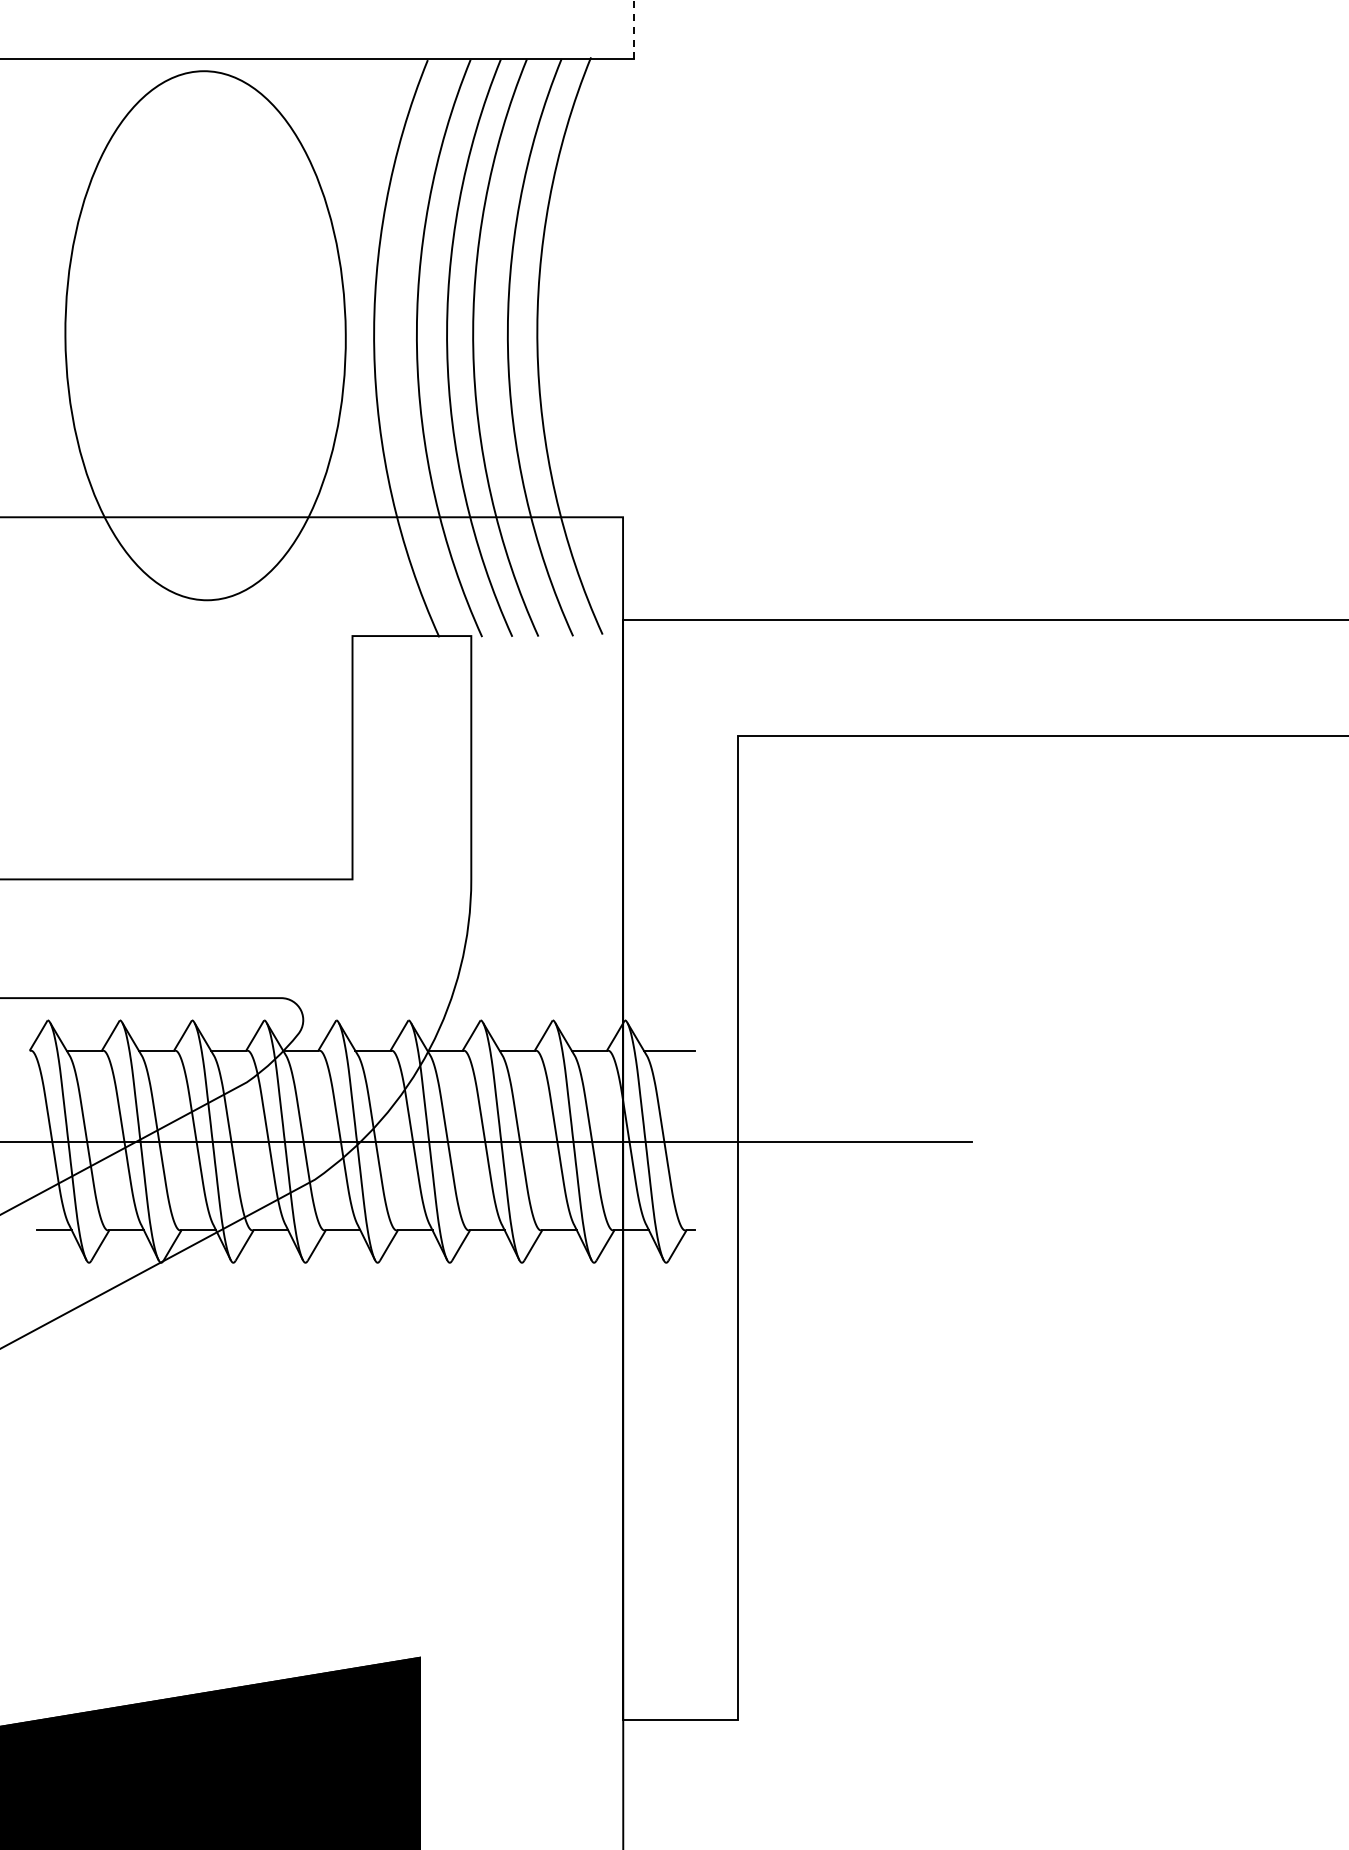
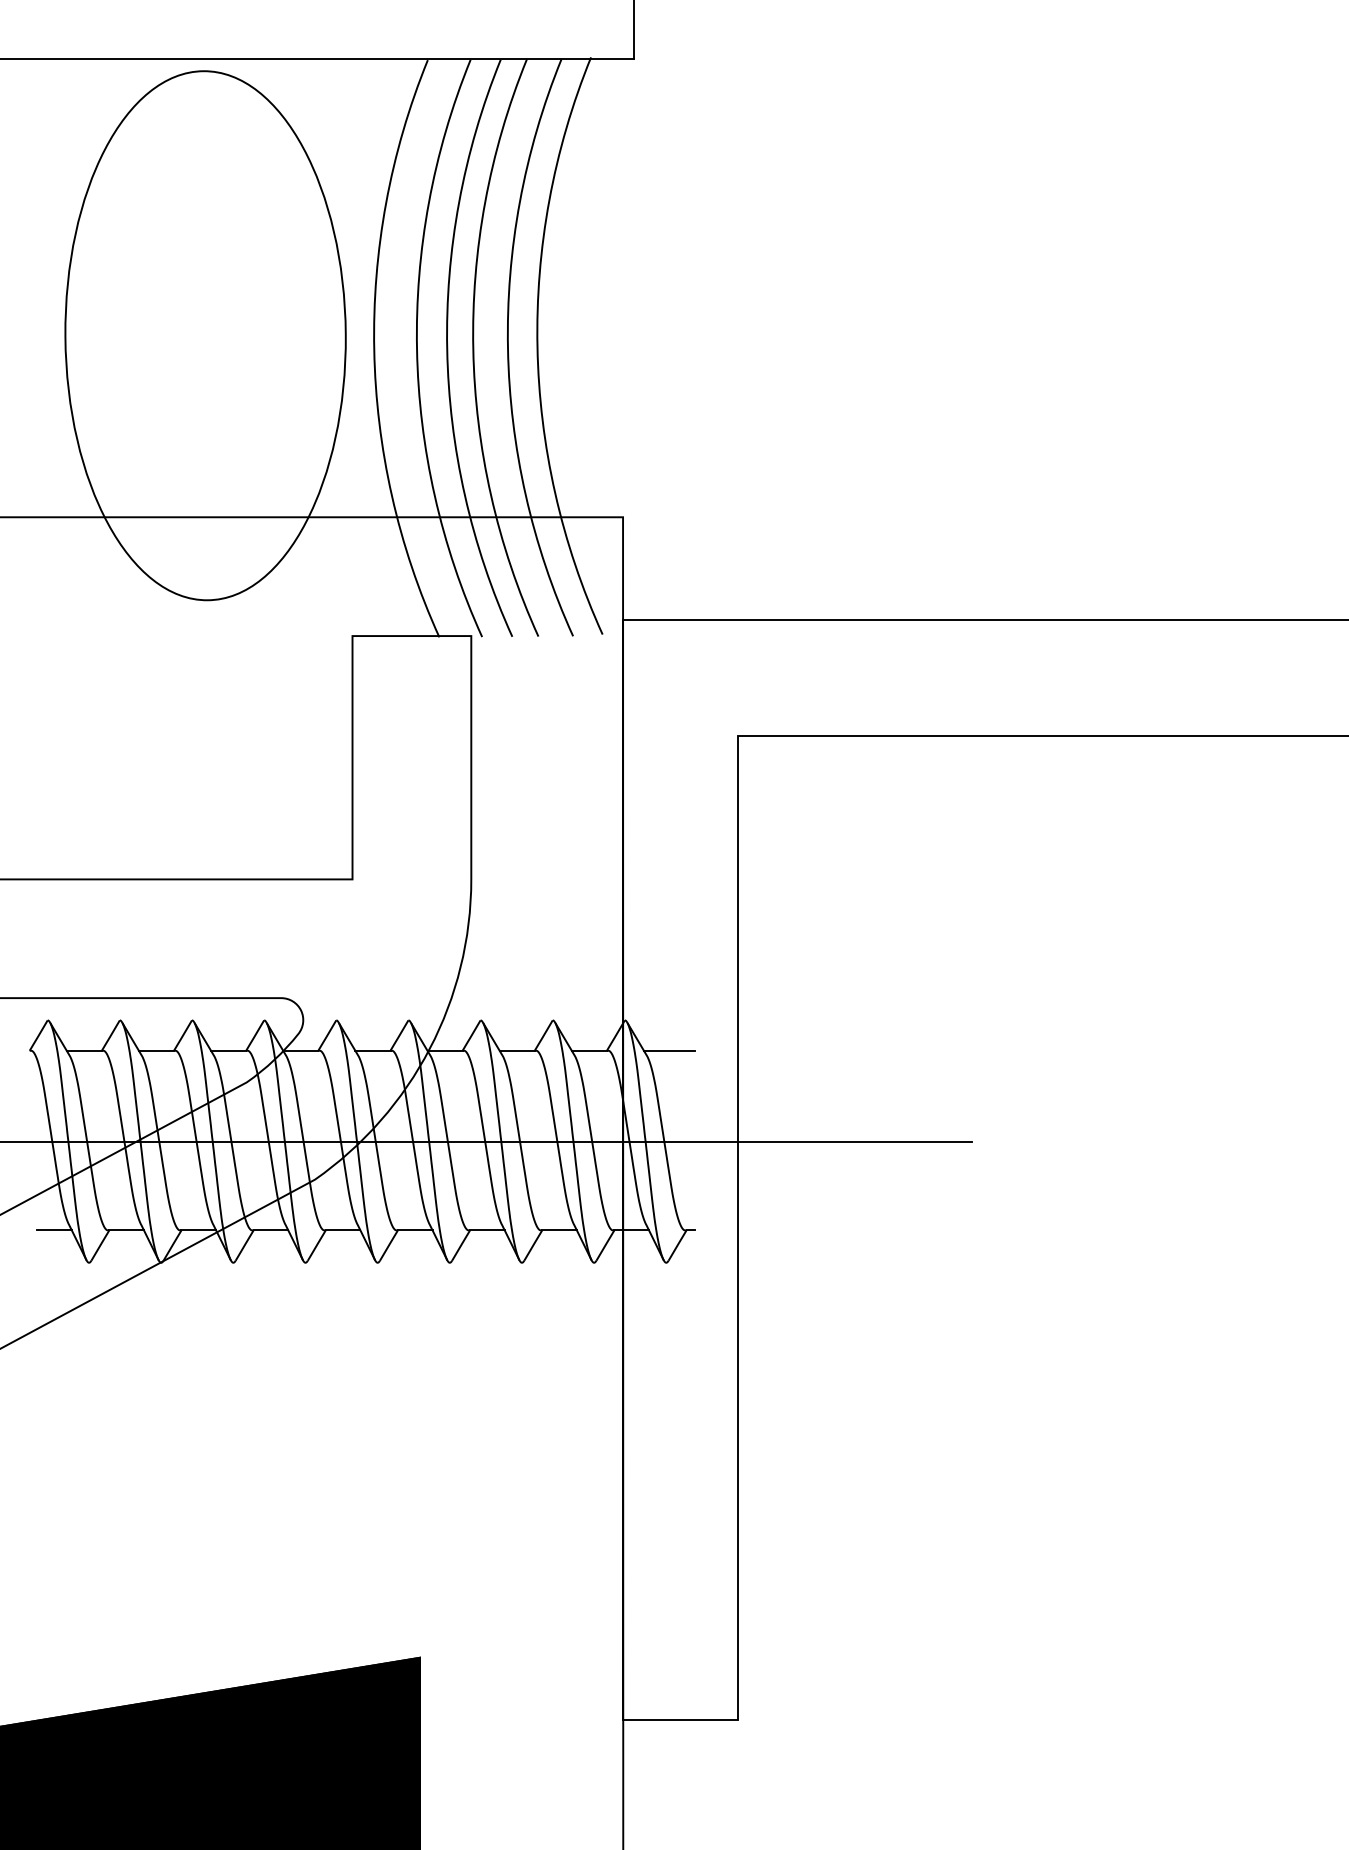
line at (634, 30): dashed -> solid
